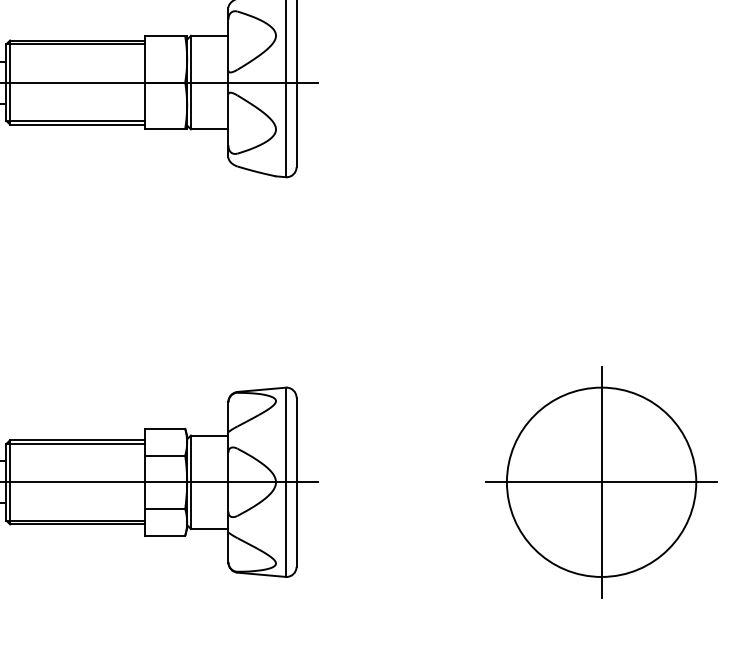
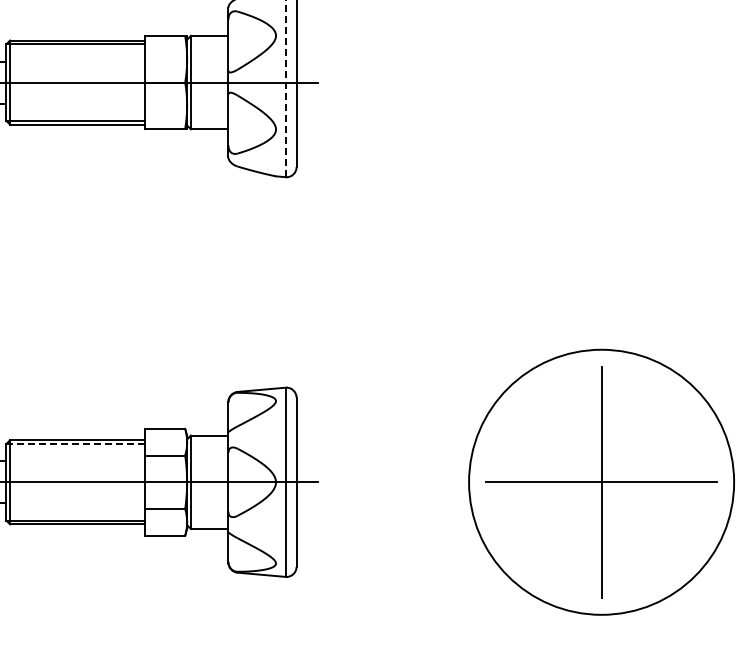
line at (286, 88): solid -> dashed
line at (75, 444): solid -> dashed
circle at (601, 481) diameter: 189 px -> 265 px
